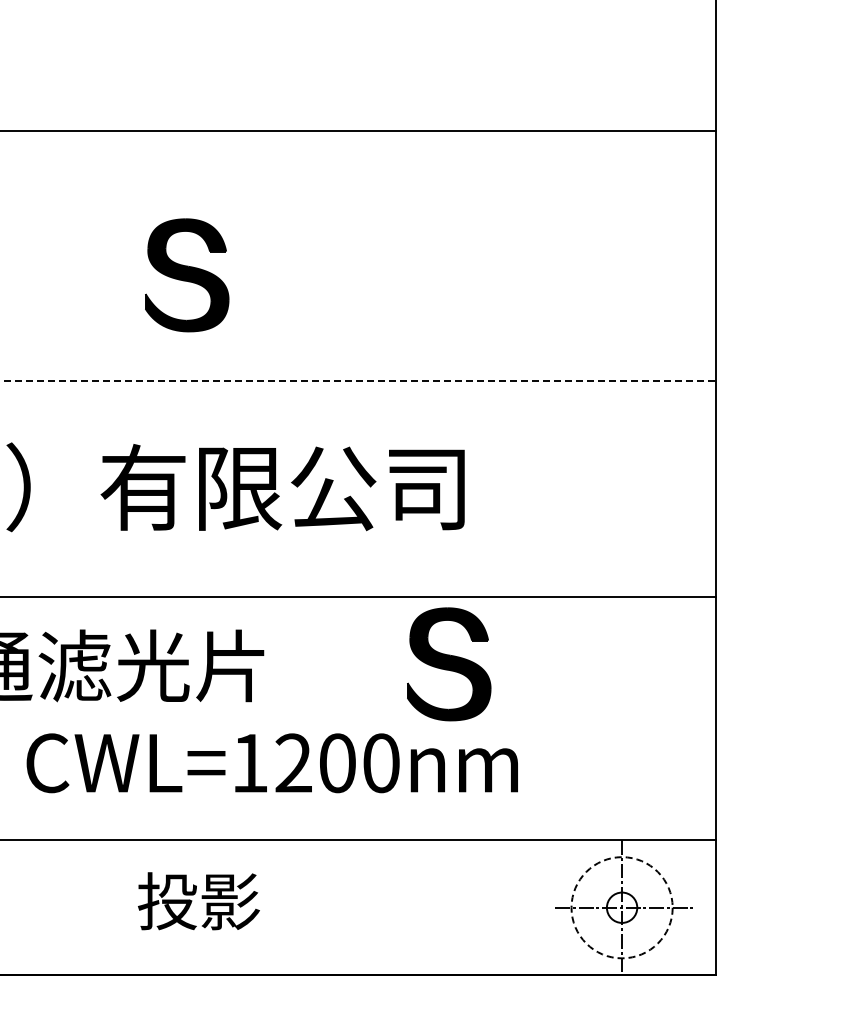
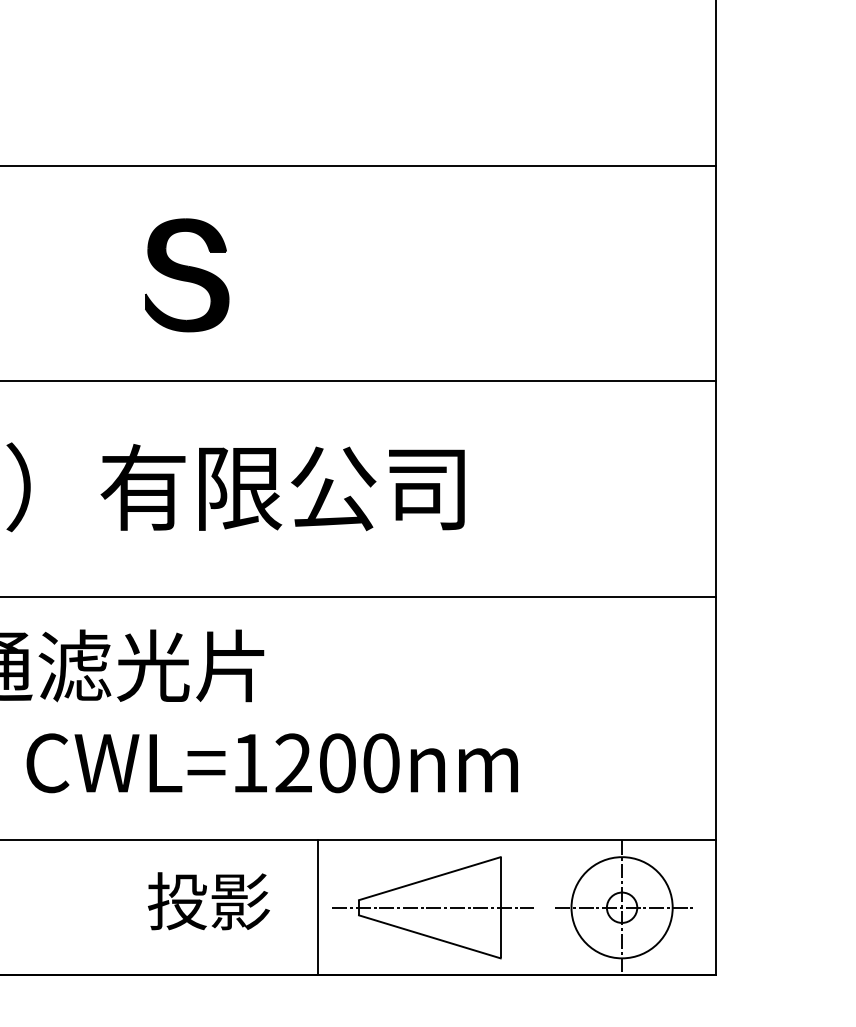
line at (358, 130) position: (358, 130) -> (358, 165)
line at (357, 381): dashed -> solid
part at (449, 664): present -> none
text at (198, 901) position: (198, 901) -> (208, 901)
line at (318, 907): none -> present
part at (432, 907): none -> present
circle at (621, 907): dashed -> solid
